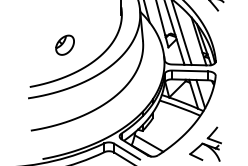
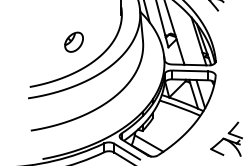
line at (181, 33): present -> none
part at (64, 44) position: (64, 44) -> (73, 41)
part at (205, 143) position: (205, 143) -> (226, 138)
